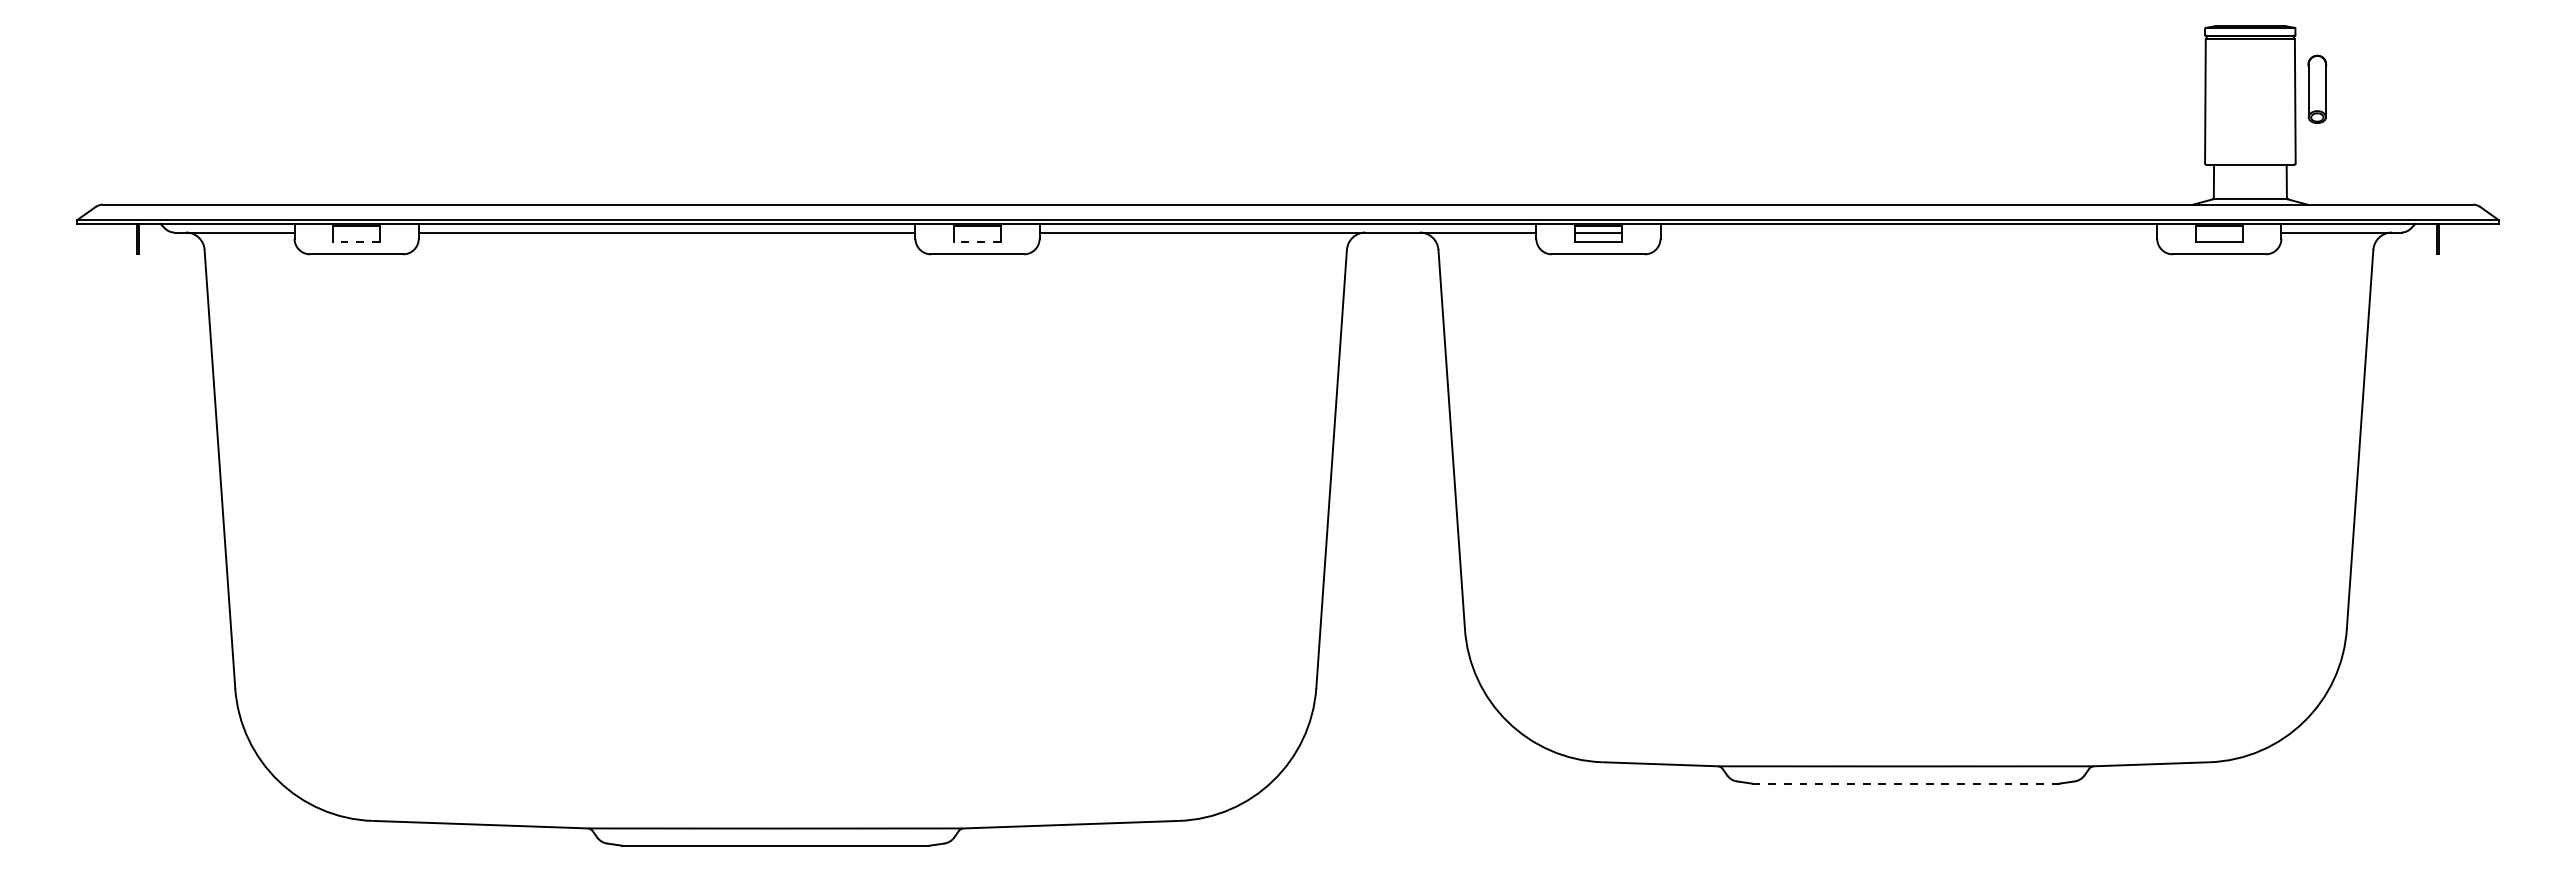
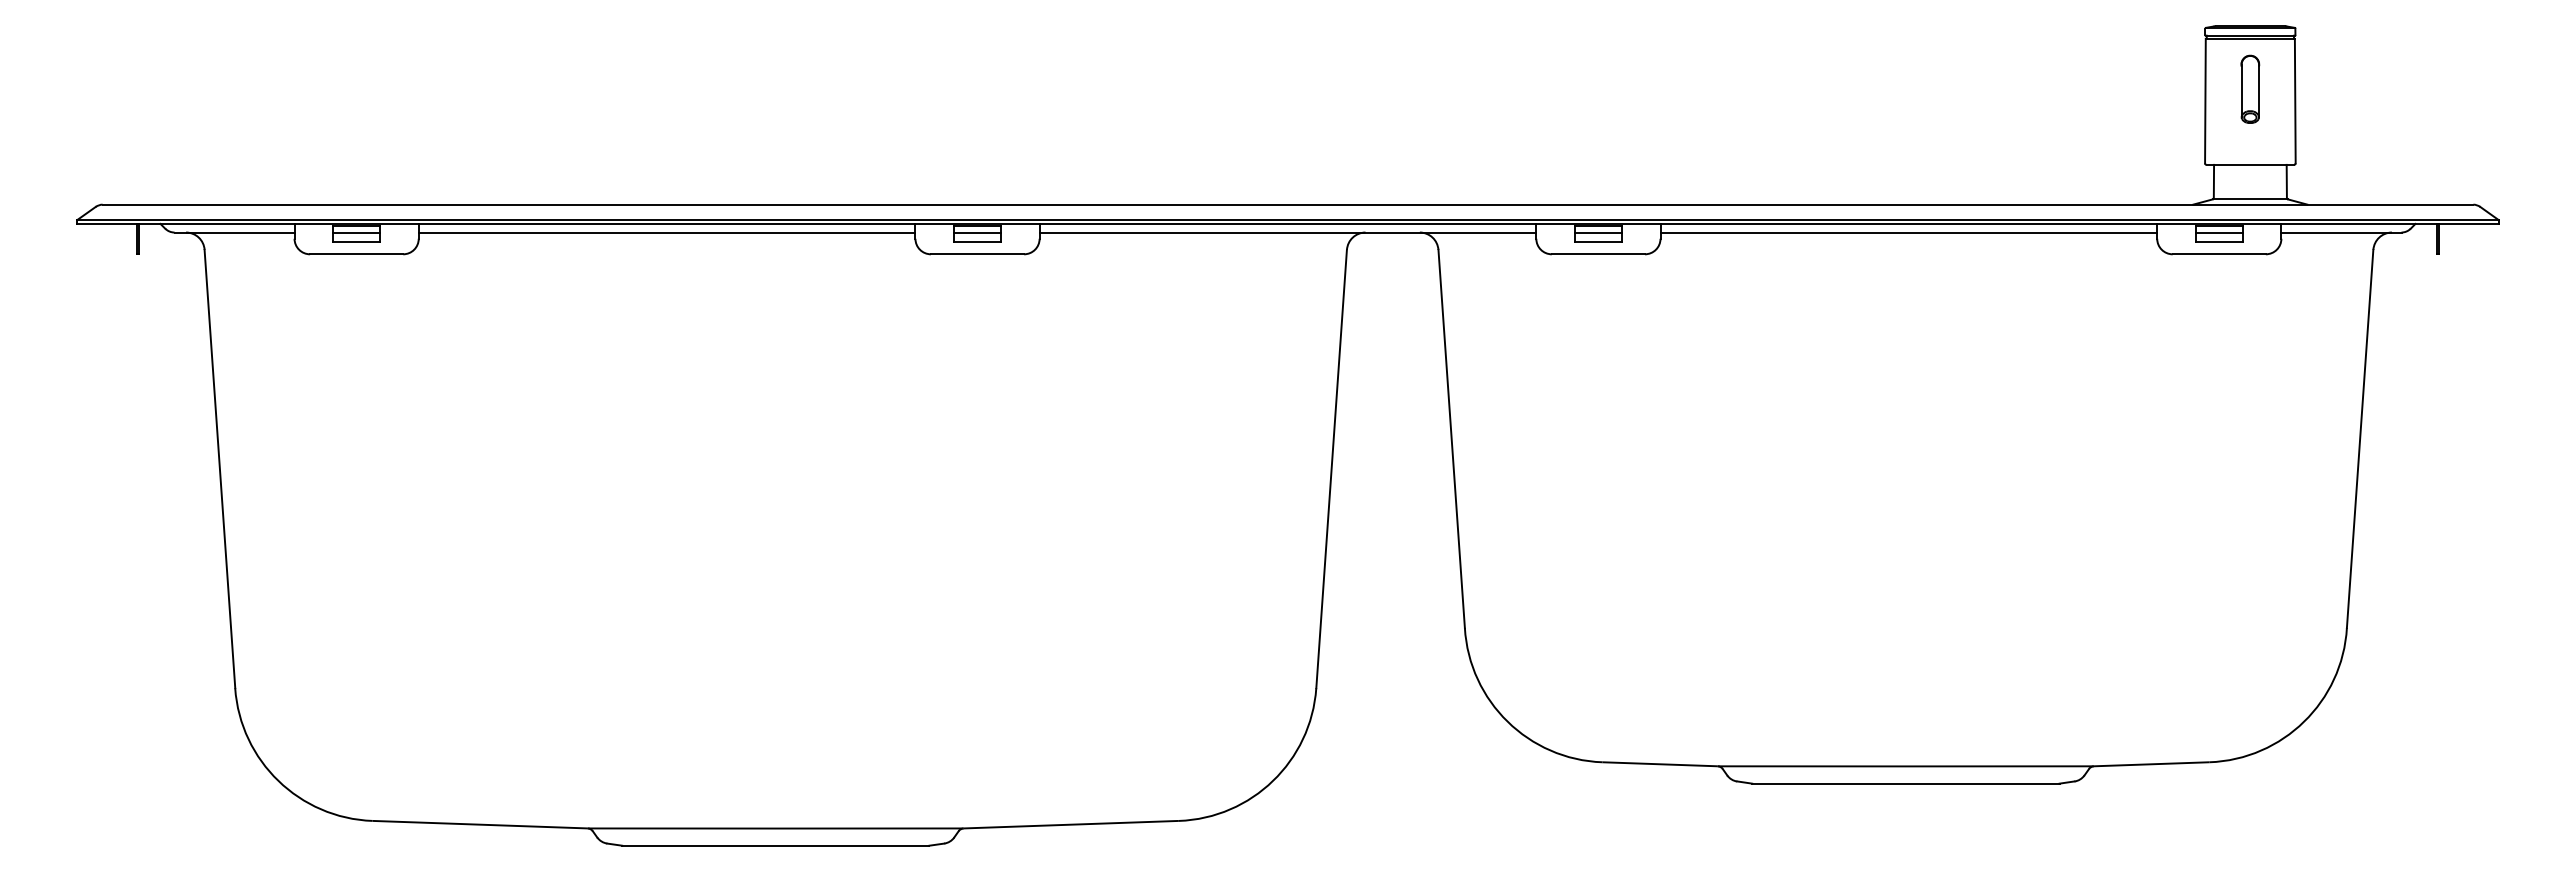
part at (2317, 88) position: (2317, 88) -> (2250, 88)
line at (356, 232): none -> present
line at (977, 232): none -> present
line at (1908, 232): none -> present
line at (2219, 232): none -> present
line at (356, 241): dashed -> solid
line at (977, 241): dashed -> solid
line at (1905, 783): dashed -> solid
